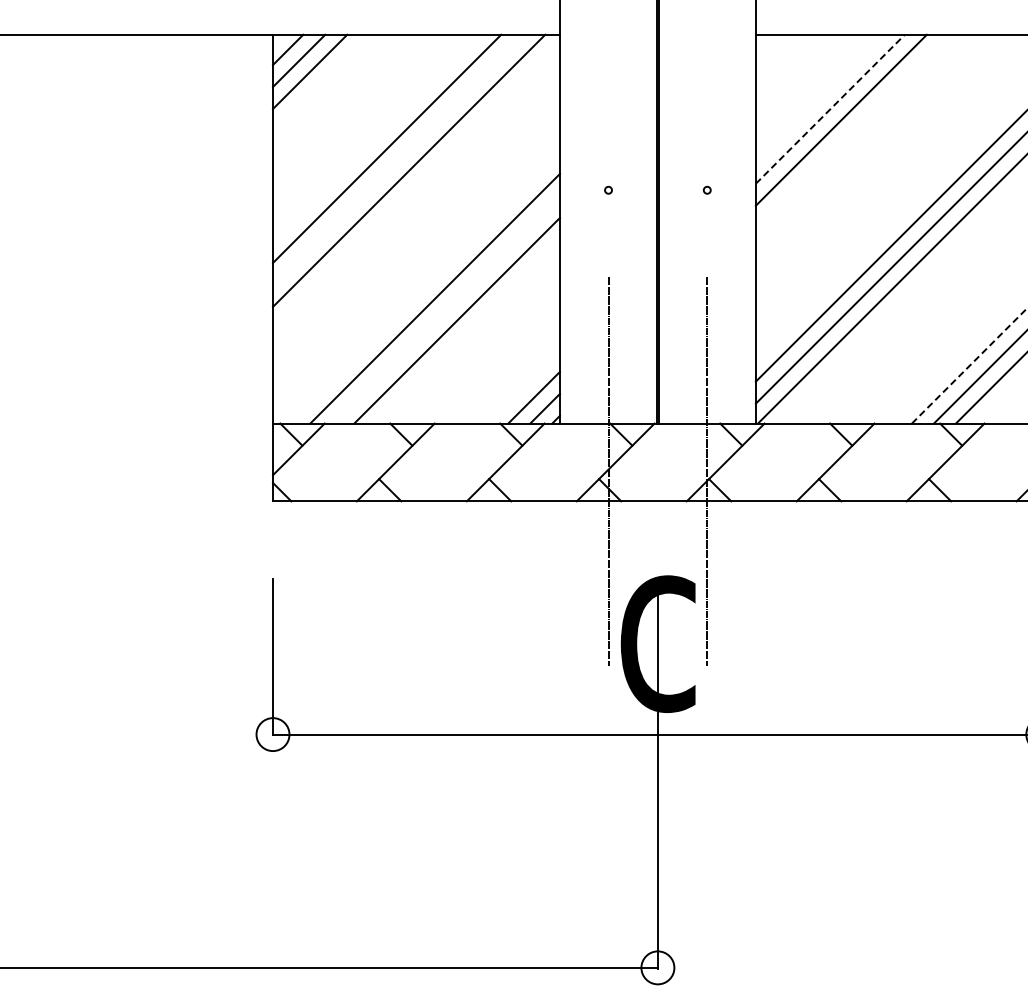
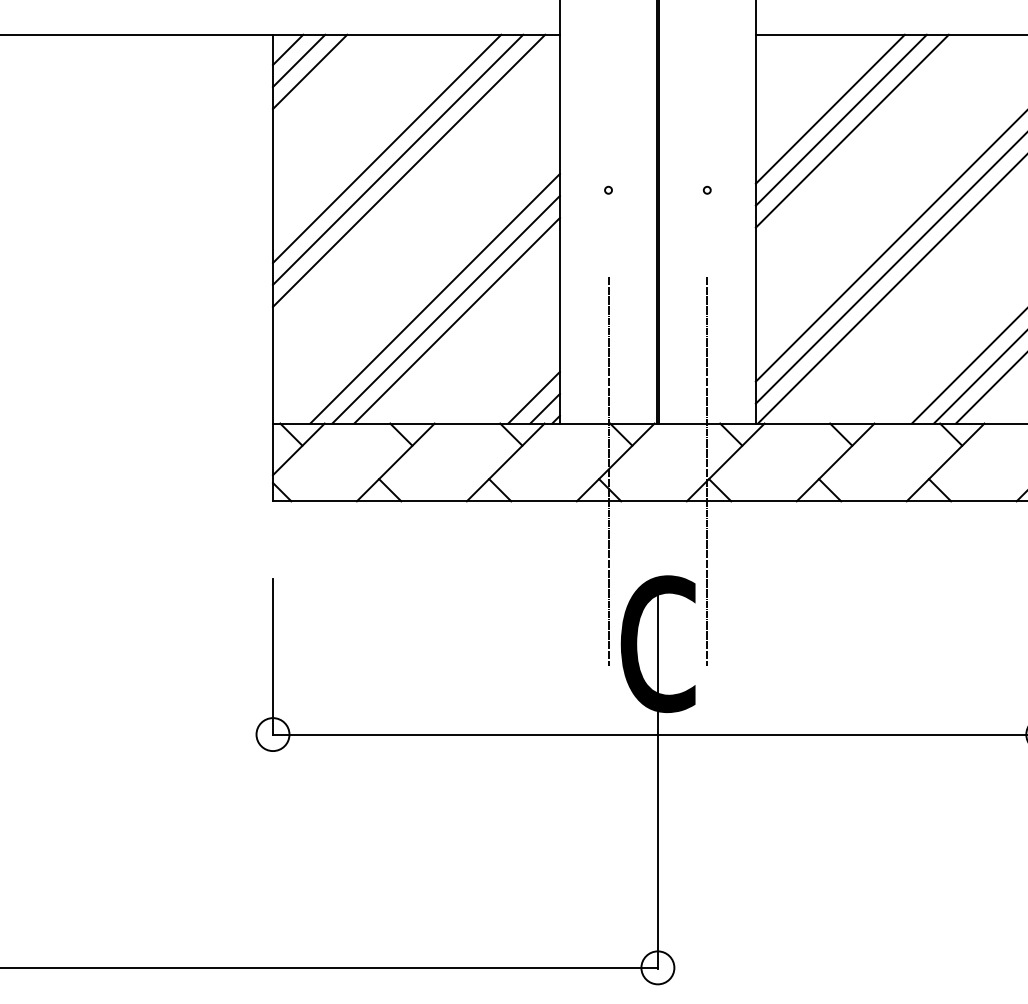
line at (830, 108): dashed -> solid
line at (851, 130): none -> present
line at (398, 159): none -> present
line at (445, 309): none -> present
line at (969, 365): dashed -> solid
